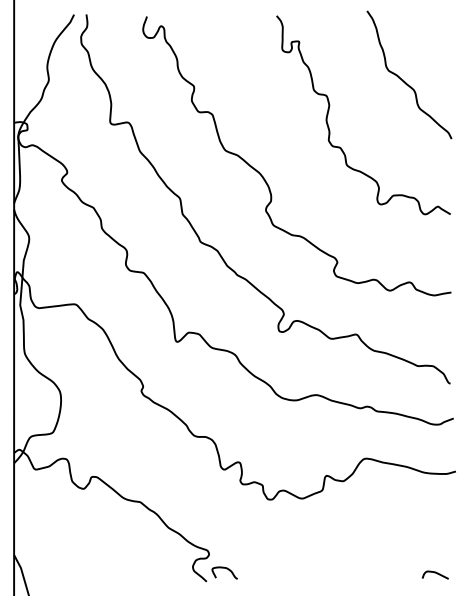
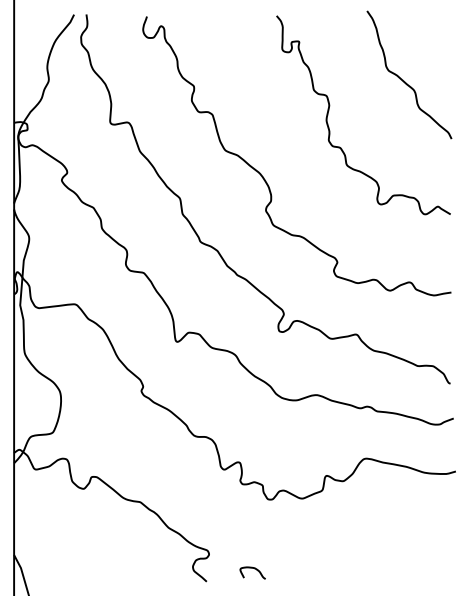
curve at (226, 569) position: (226, 569) -> (254, 569)
curve at (435, 573): present -> none
